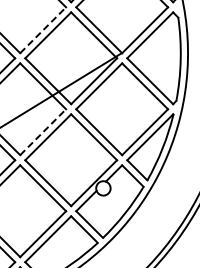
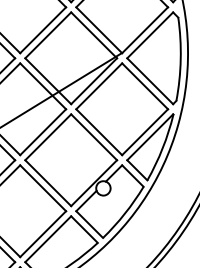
line at (43, 29): dashed -> solid
line at (43, 131): dashed -> solid
